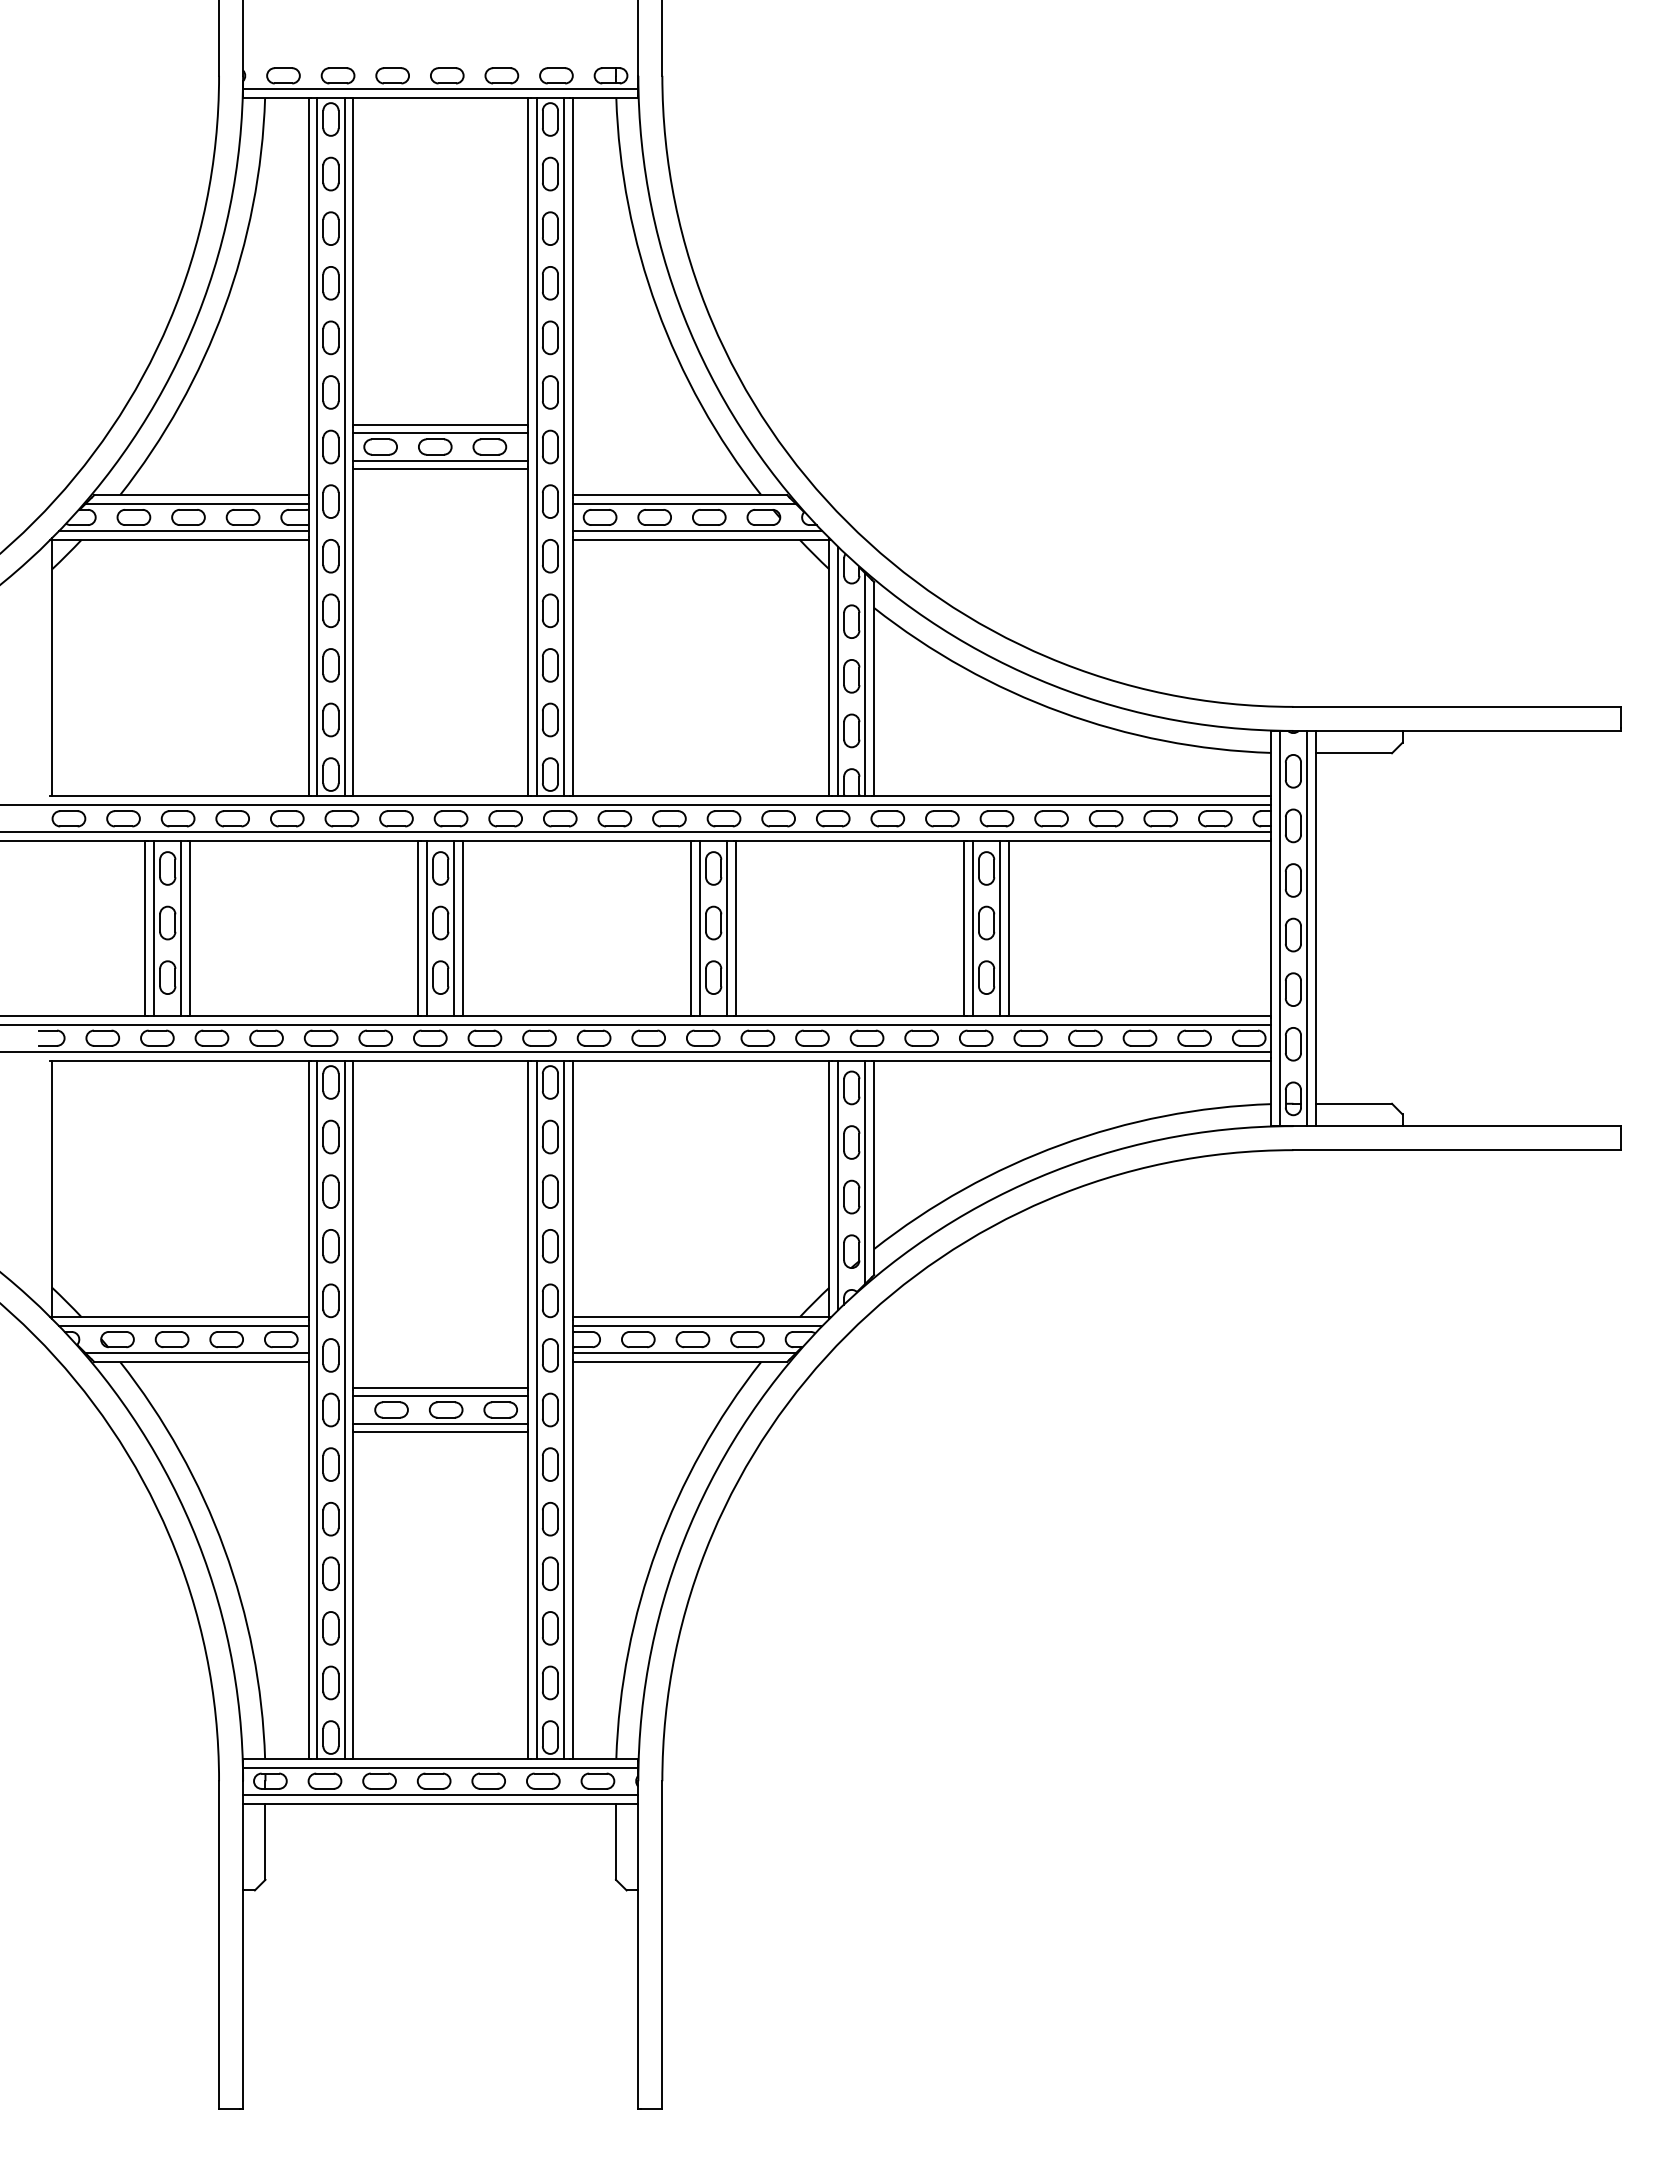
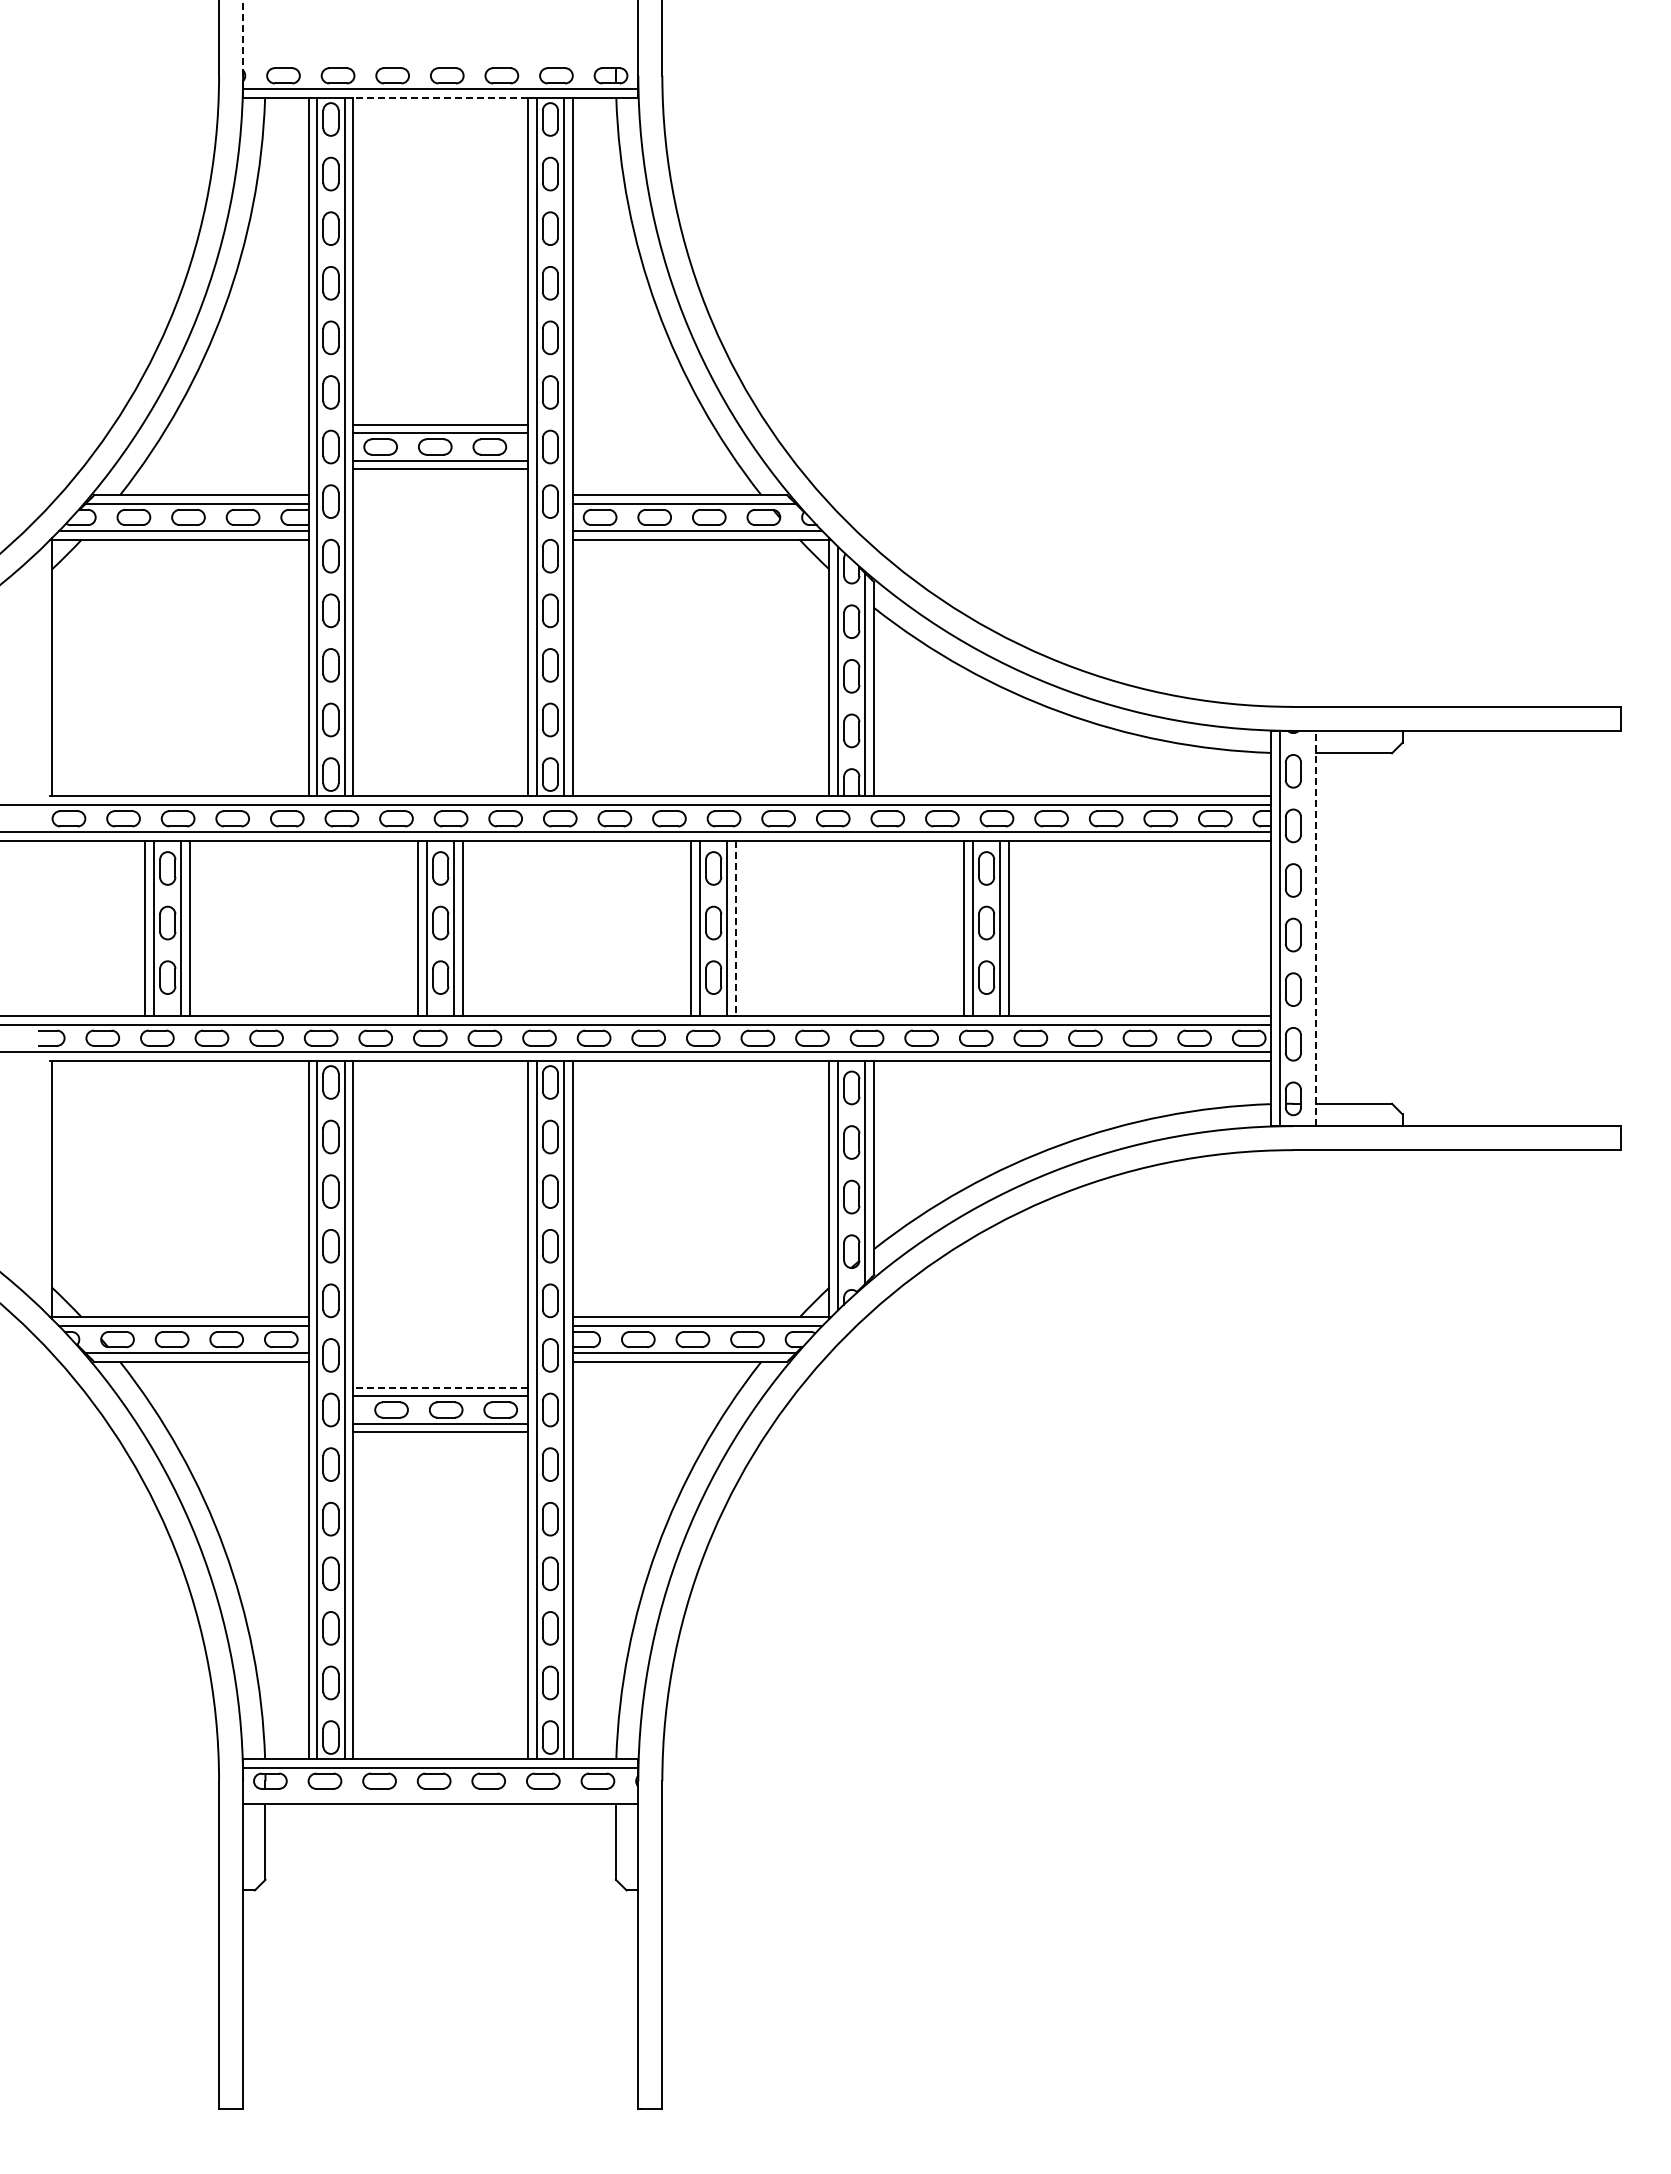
line at (243, 37): solid -> dashed
line at (440, 98): solid -> dashed
line at (1307, 928): present -> none
line at (1315, 928): solid -> dashed
line at (736, 929): solid -> dashed
line at (440, 1387): solid -> dashed
line at (440, 1794): present -> none
